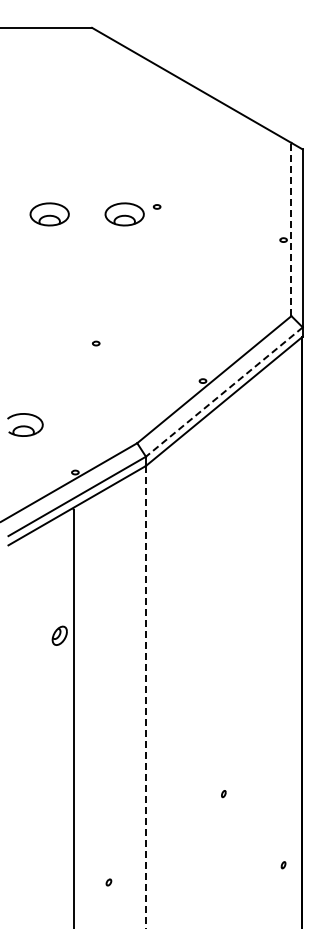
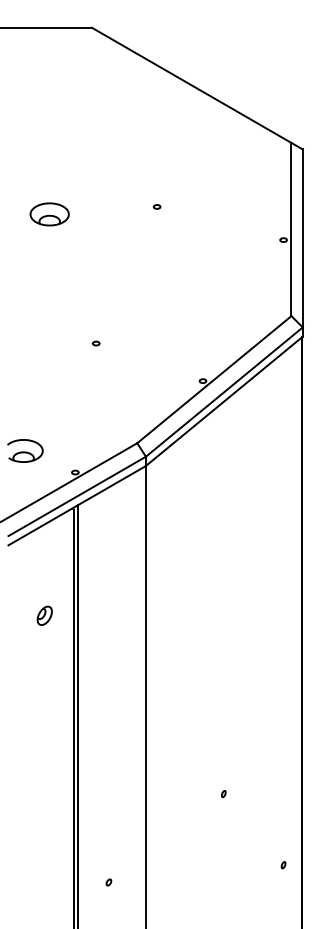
part at (124, 214): present -> none
line at (291, 229): dashed -> solid
line at (224, 392): dashed -> solid
part at (25, 424) position: (25, 424) -> (25, 450)
part at (59, 635) position: (59, 635) -> (44, 615)
line at (145, 697): dashed -> solid
line at (78, 715): none -> present
